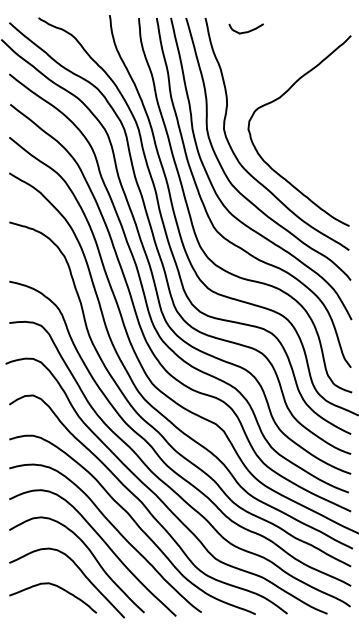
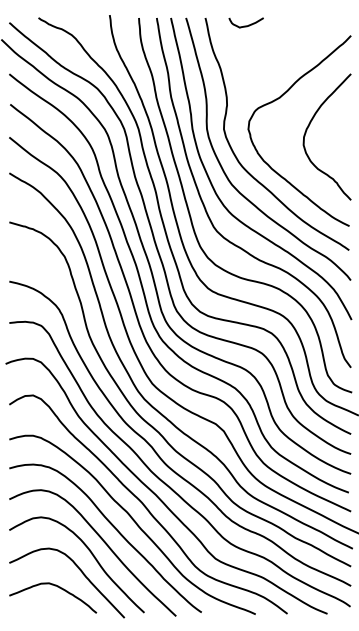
curve at (245, 31) position: (245, 31) -> (245, 25)
curve at (308, 128): none -> present
